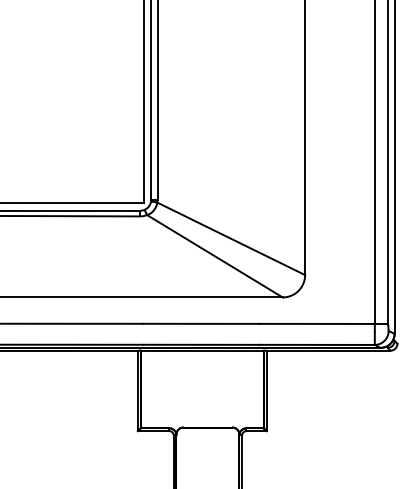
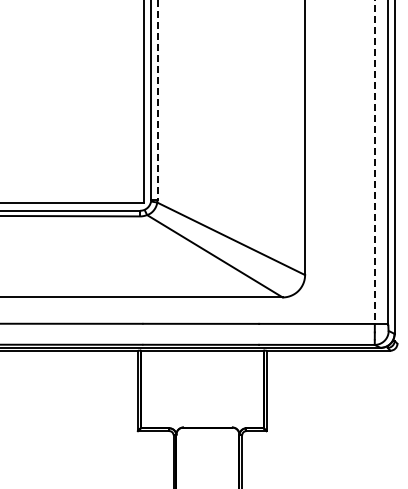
line at (157, 100): solid -> dashed
line at (374, 162): solid -> dashed
